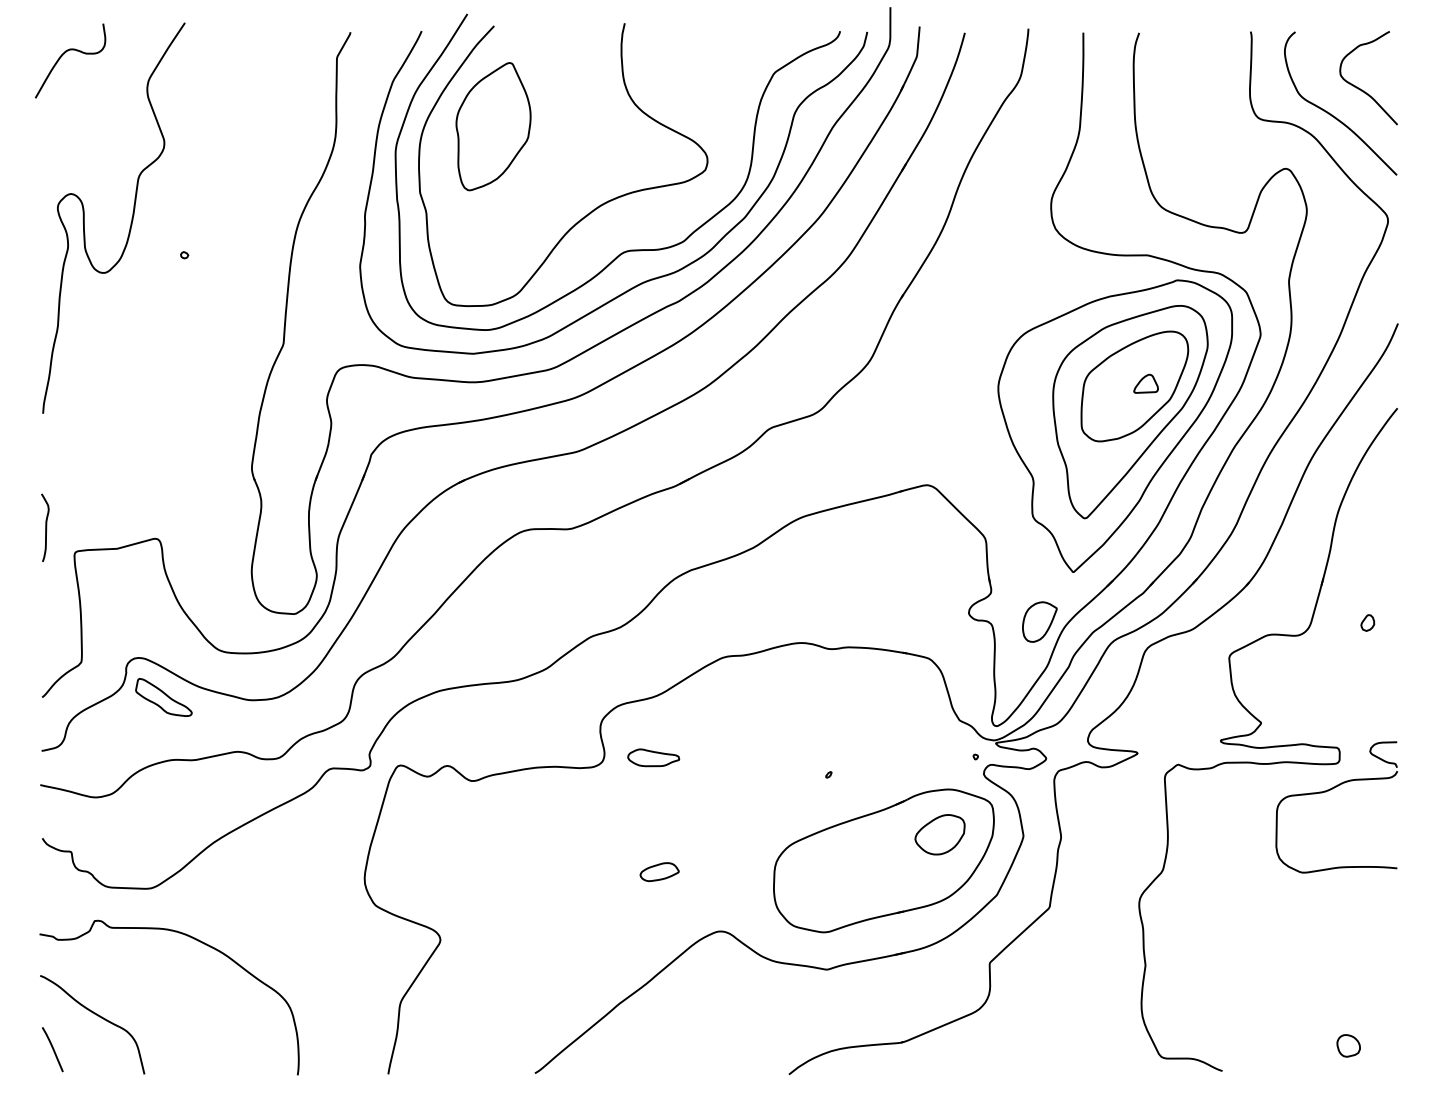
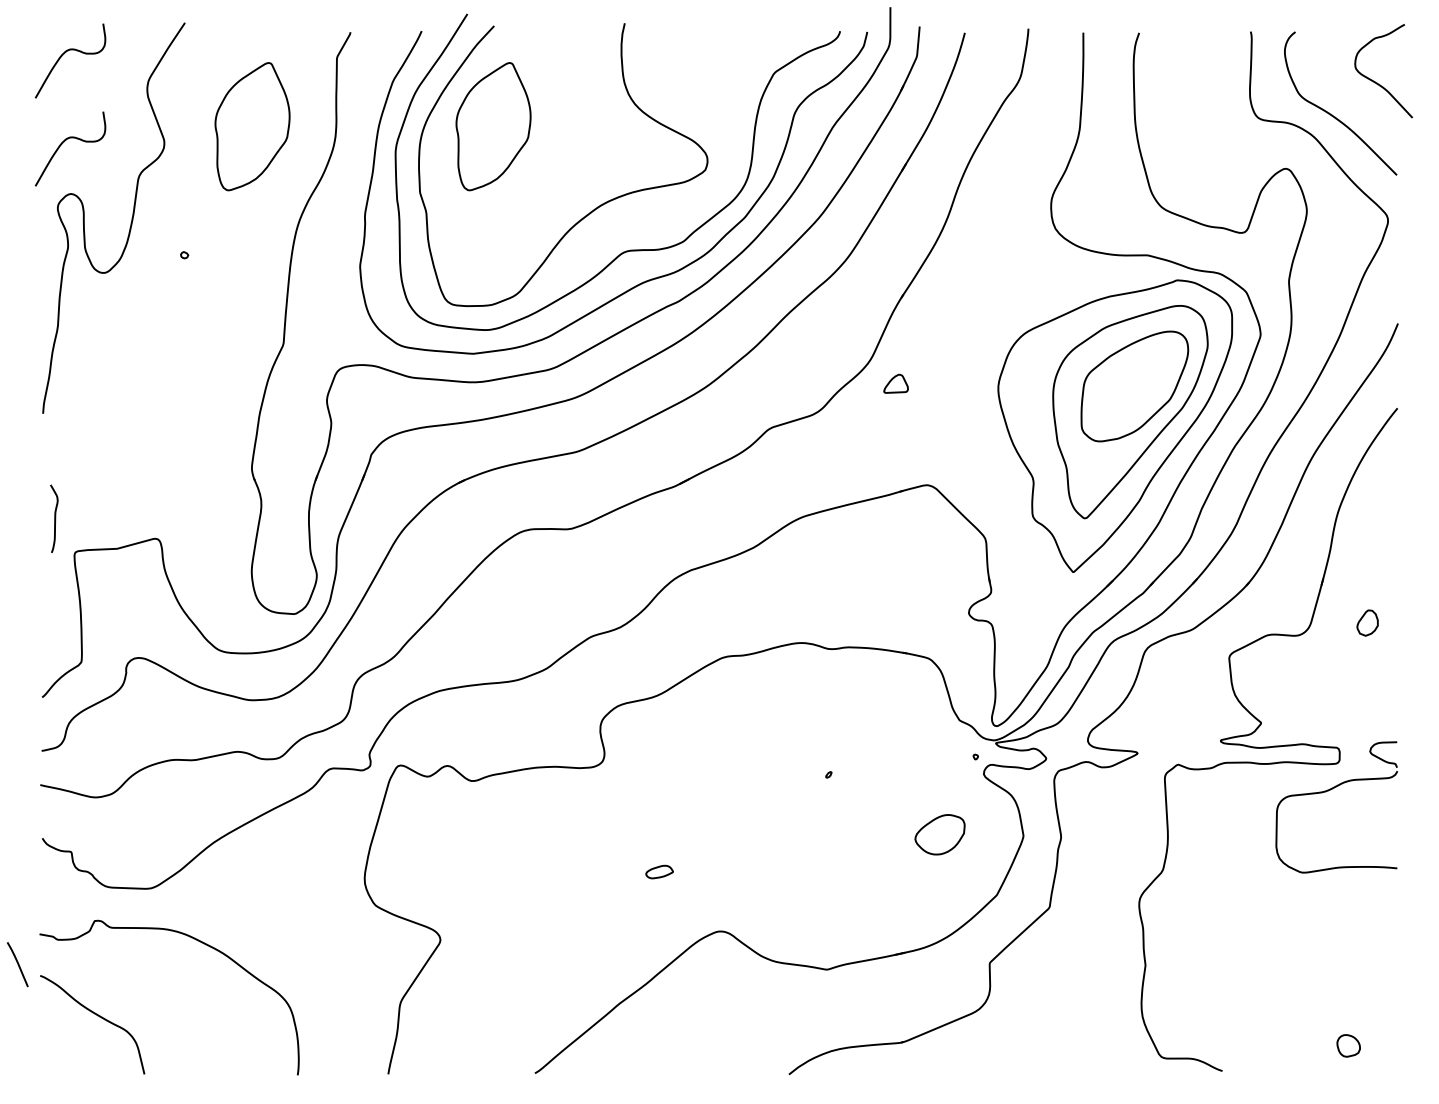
curve at (1362, 89) position: (1362, 89) -> (1377, 82)
part at (252, 126): none -> present
curve at (64, 142): none -> present
part at (1145, 383) position: (1145, 383) -> (895, 383)
curve at (45, 527) position: (45, 527) -> (54, 518)
part at (1039, 621): present -> none
part at (1367, 622) size: 16x18 px -> 23x28 px
part at (163, 697): present -> none
part at (653, 757): present -> none
part at (883, 860): present -> none
part at (659, 871) size: 41x20 px -> 29x16 px
line at (52, 1049) position: (52, 1049) -> (17, 964)
